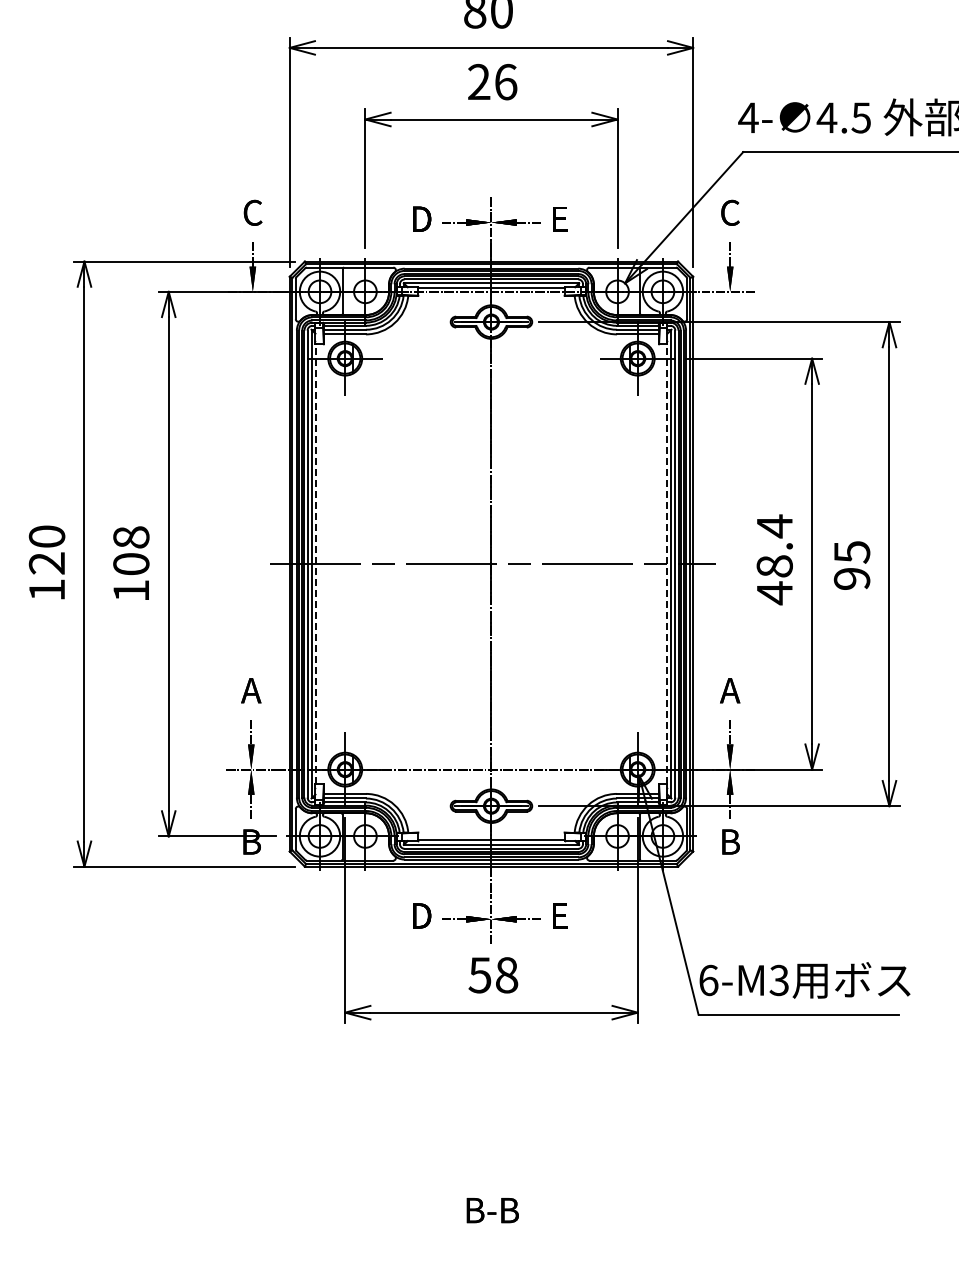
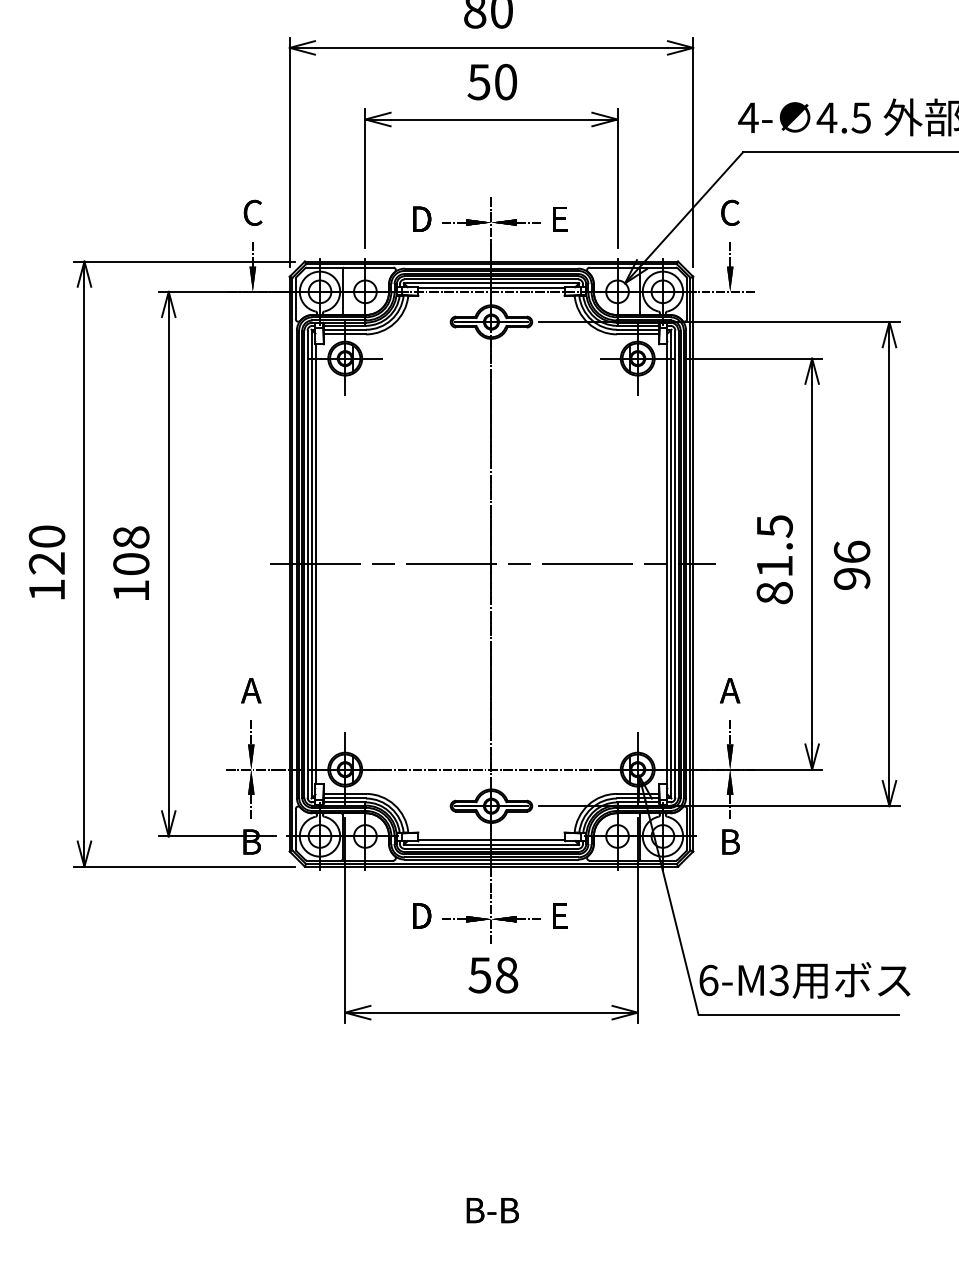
text at (492, 81): 26 -> 50
text at (851, 551): 95 -> 96
text at (774, 559): 48.4 -> 81.5
line at (316, 564): dashed -> solid
line at (666, 564): dashed -> solid
